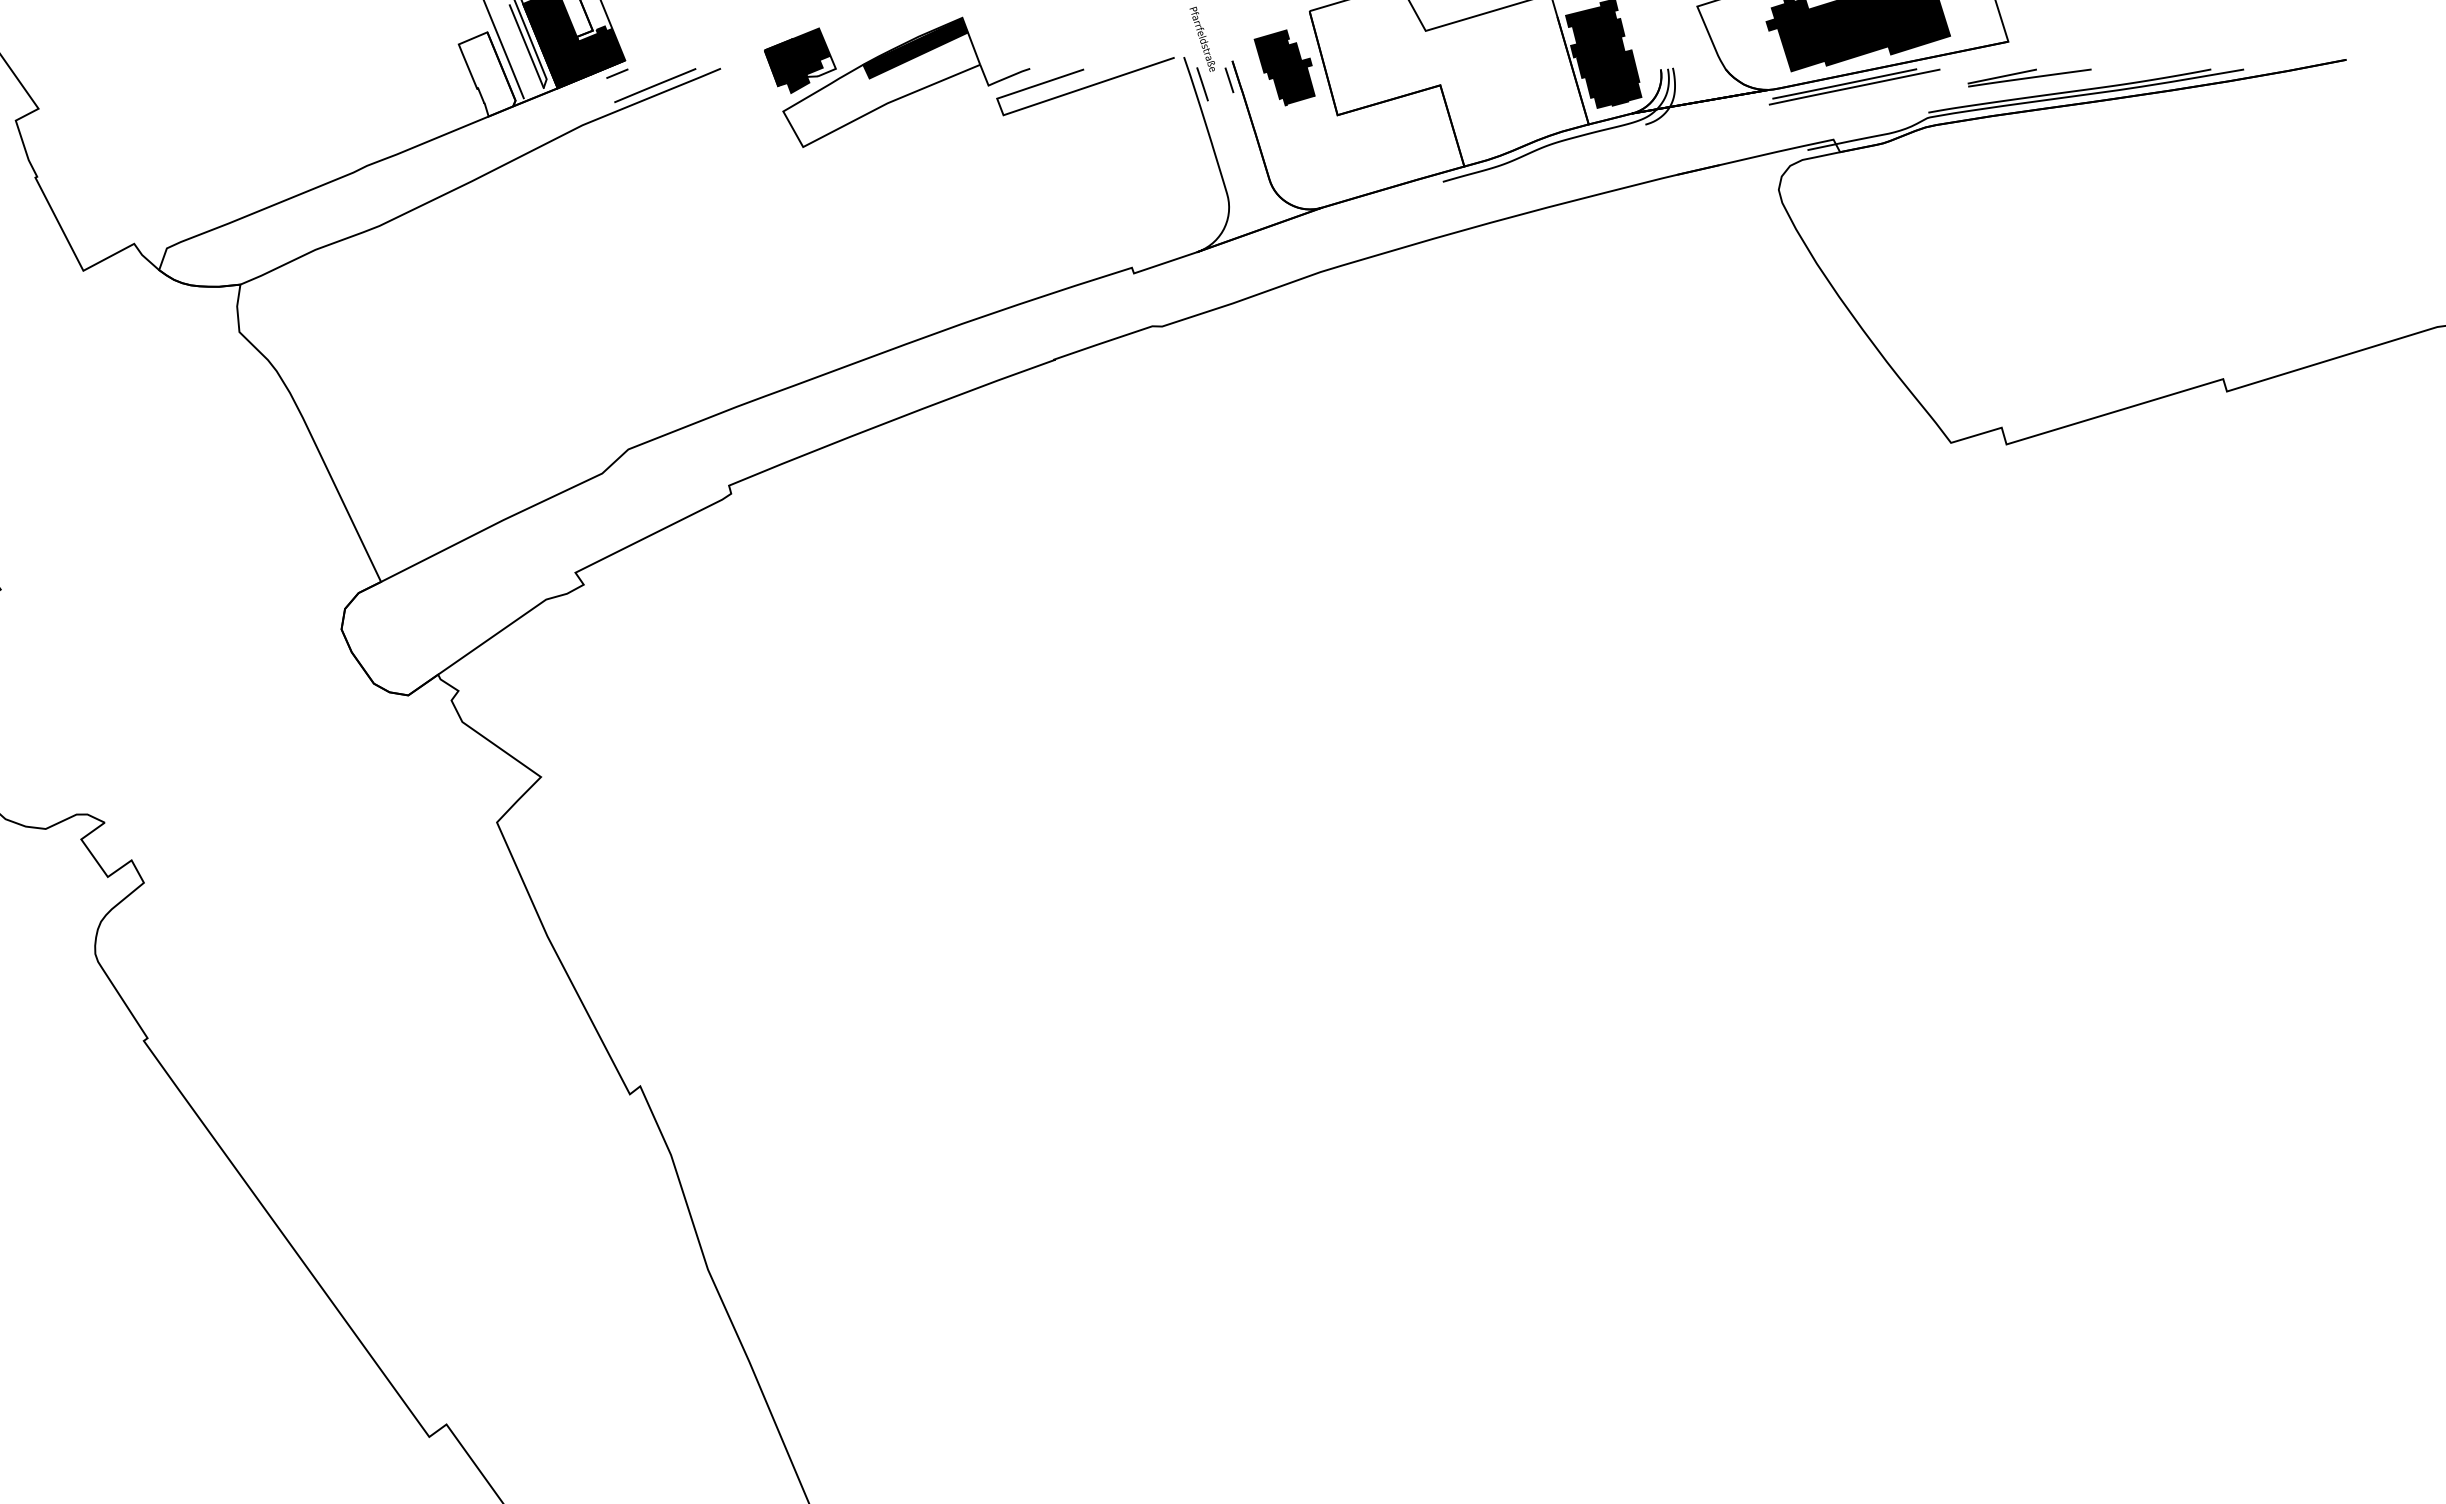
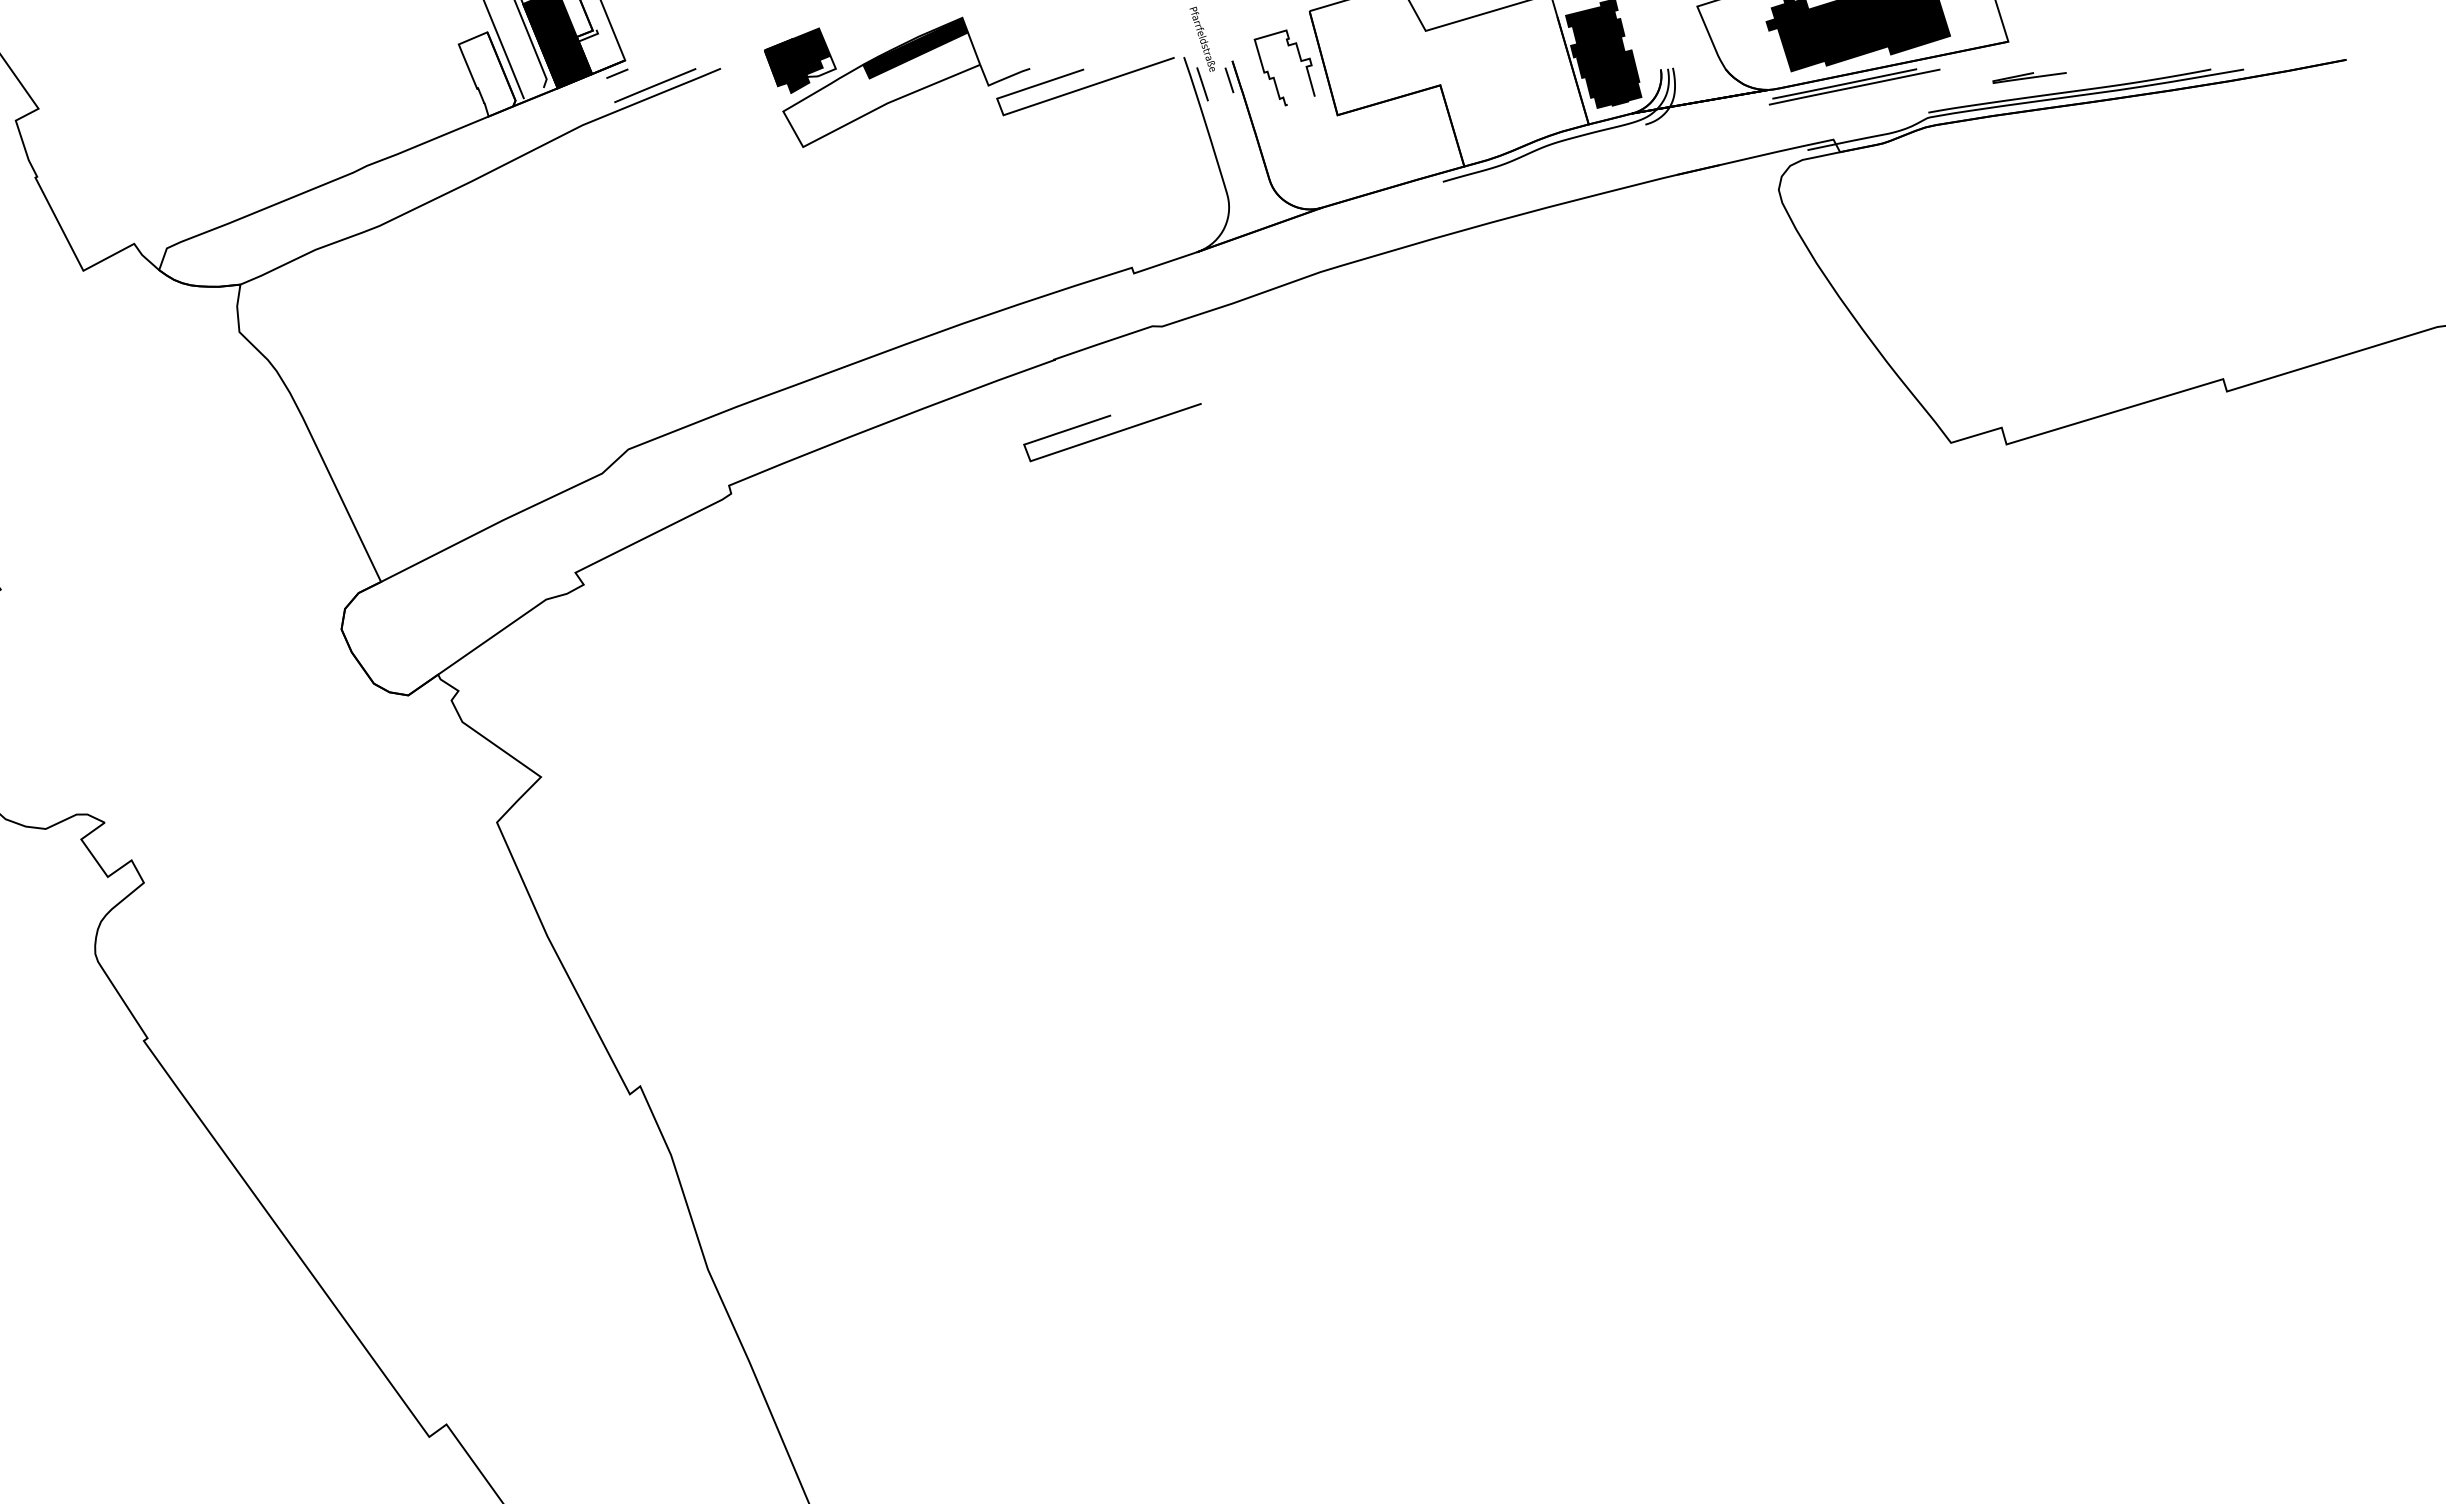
line at (526, 46): present -> none
fill at (601, 49): present -> none
fill at (1284, 67): present -> none
part at (2029, 77) size: 125x20 px -> 75x12 px
curve at (1112, 432): none -> present
